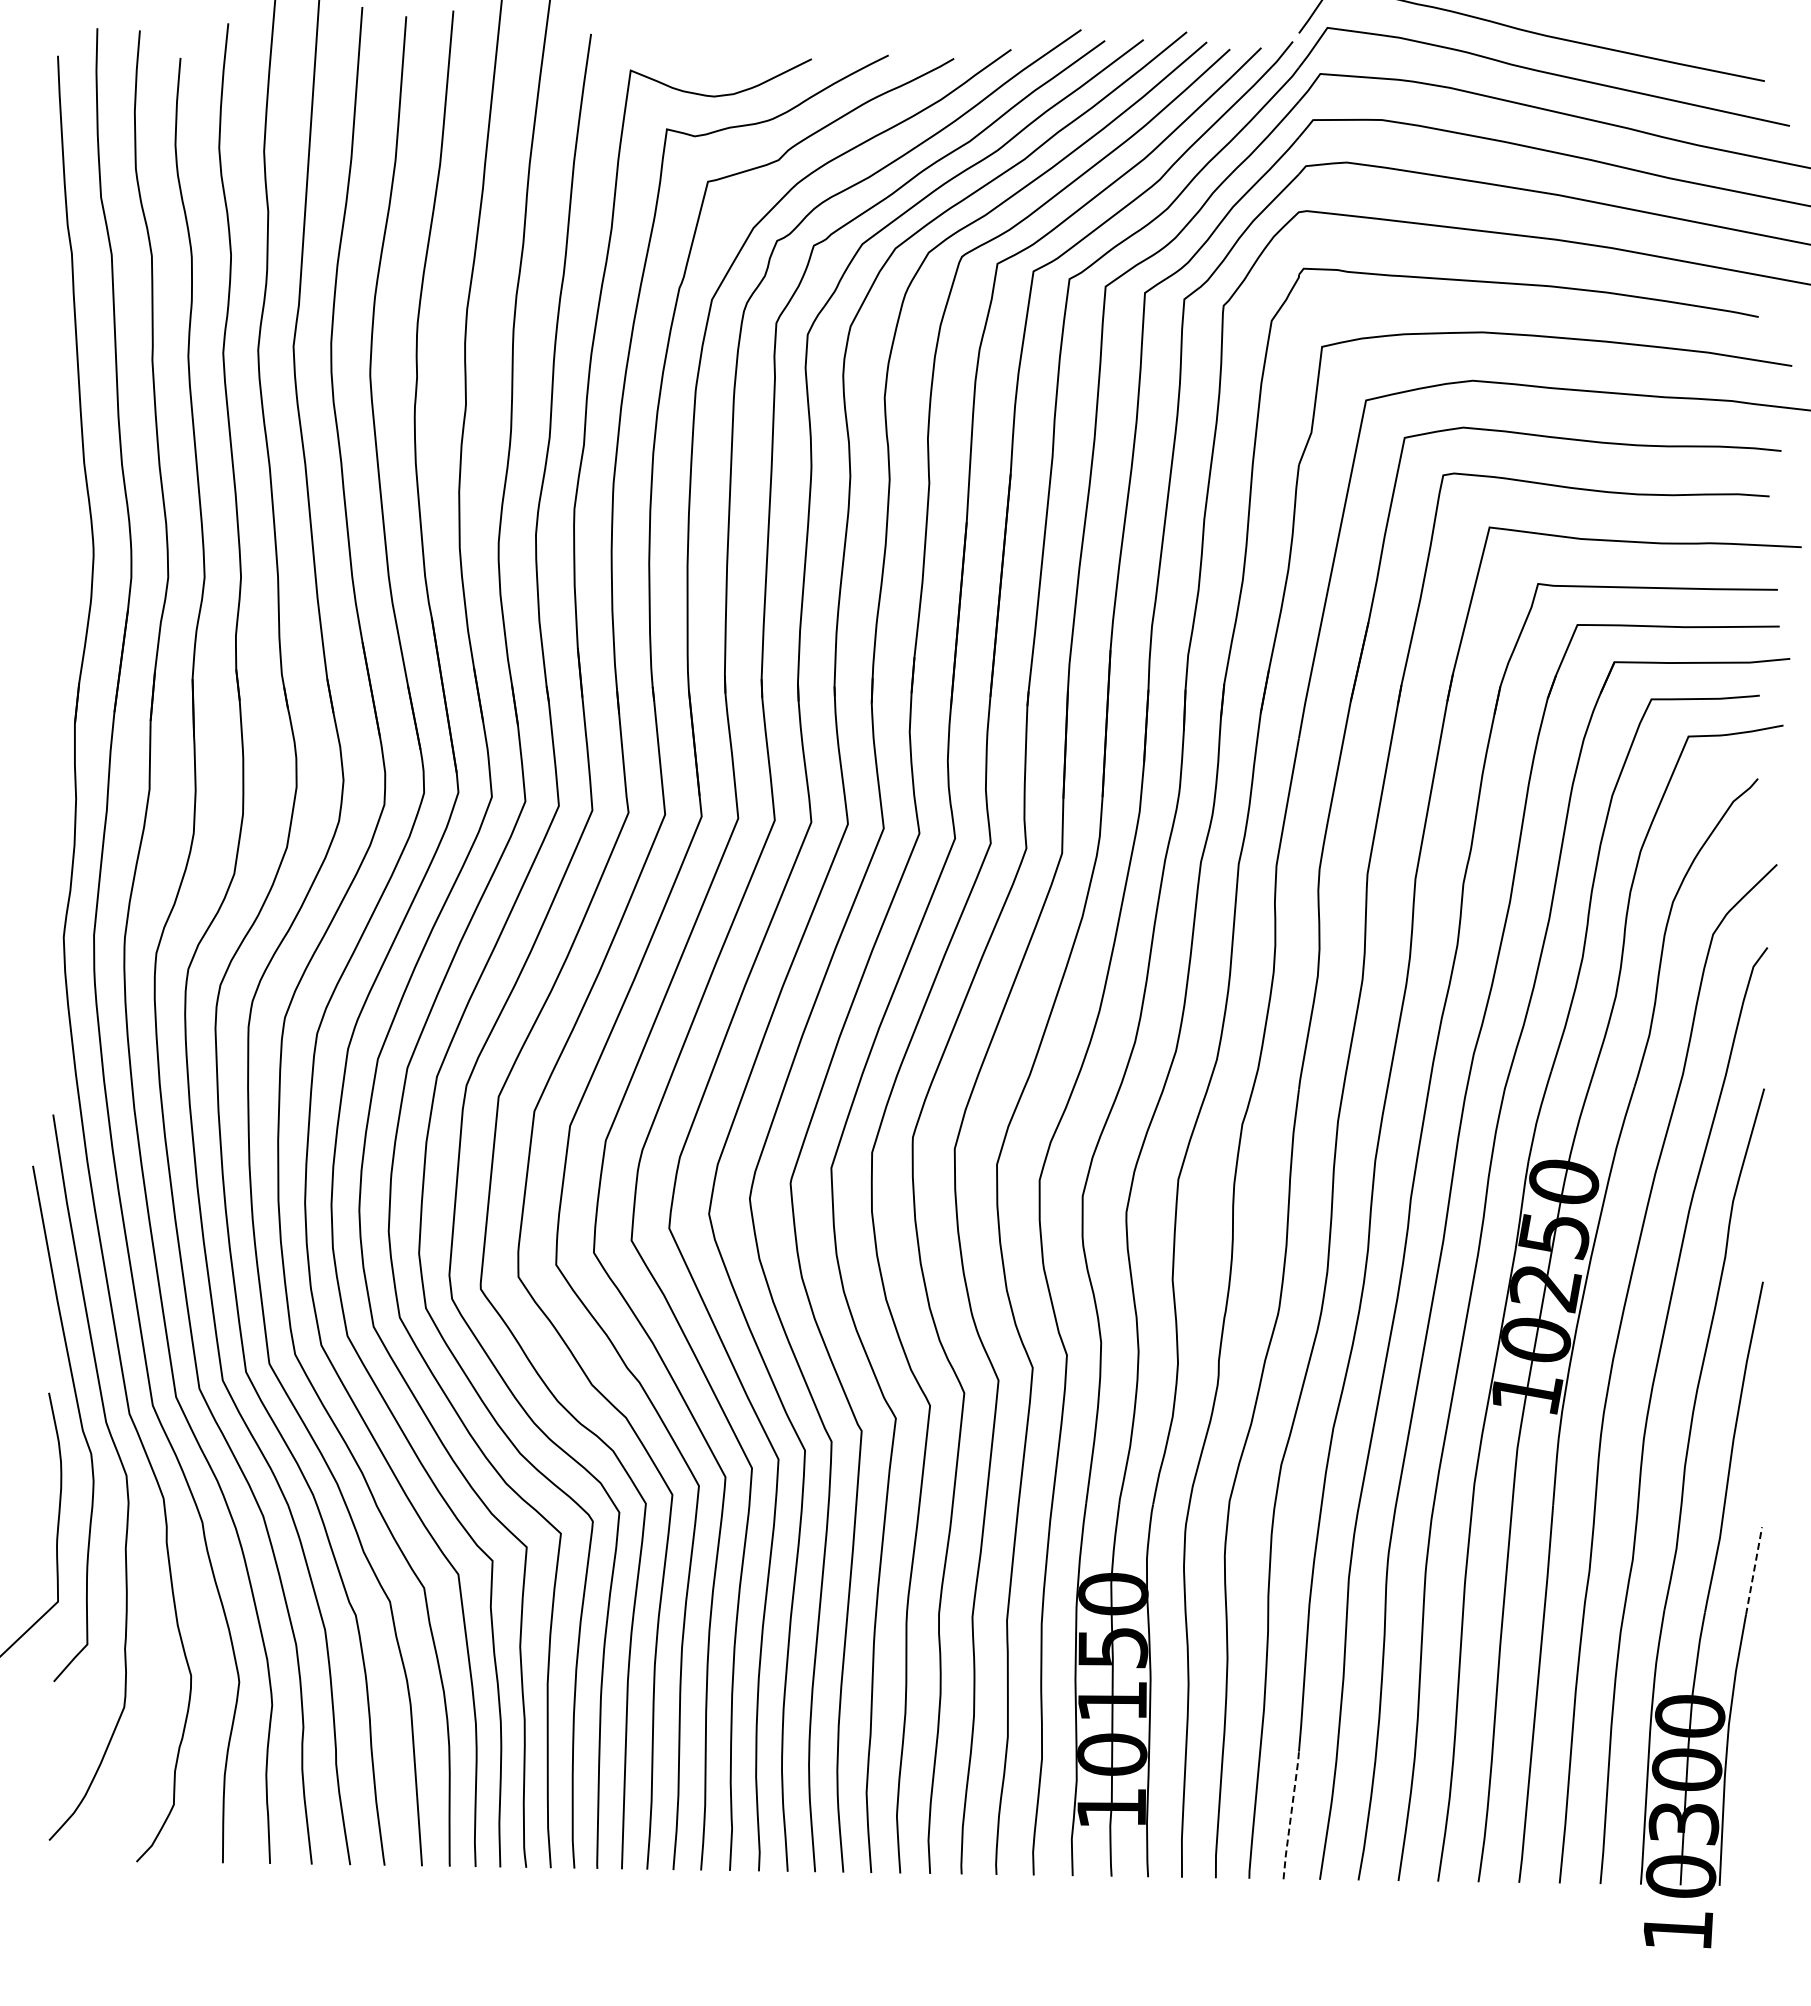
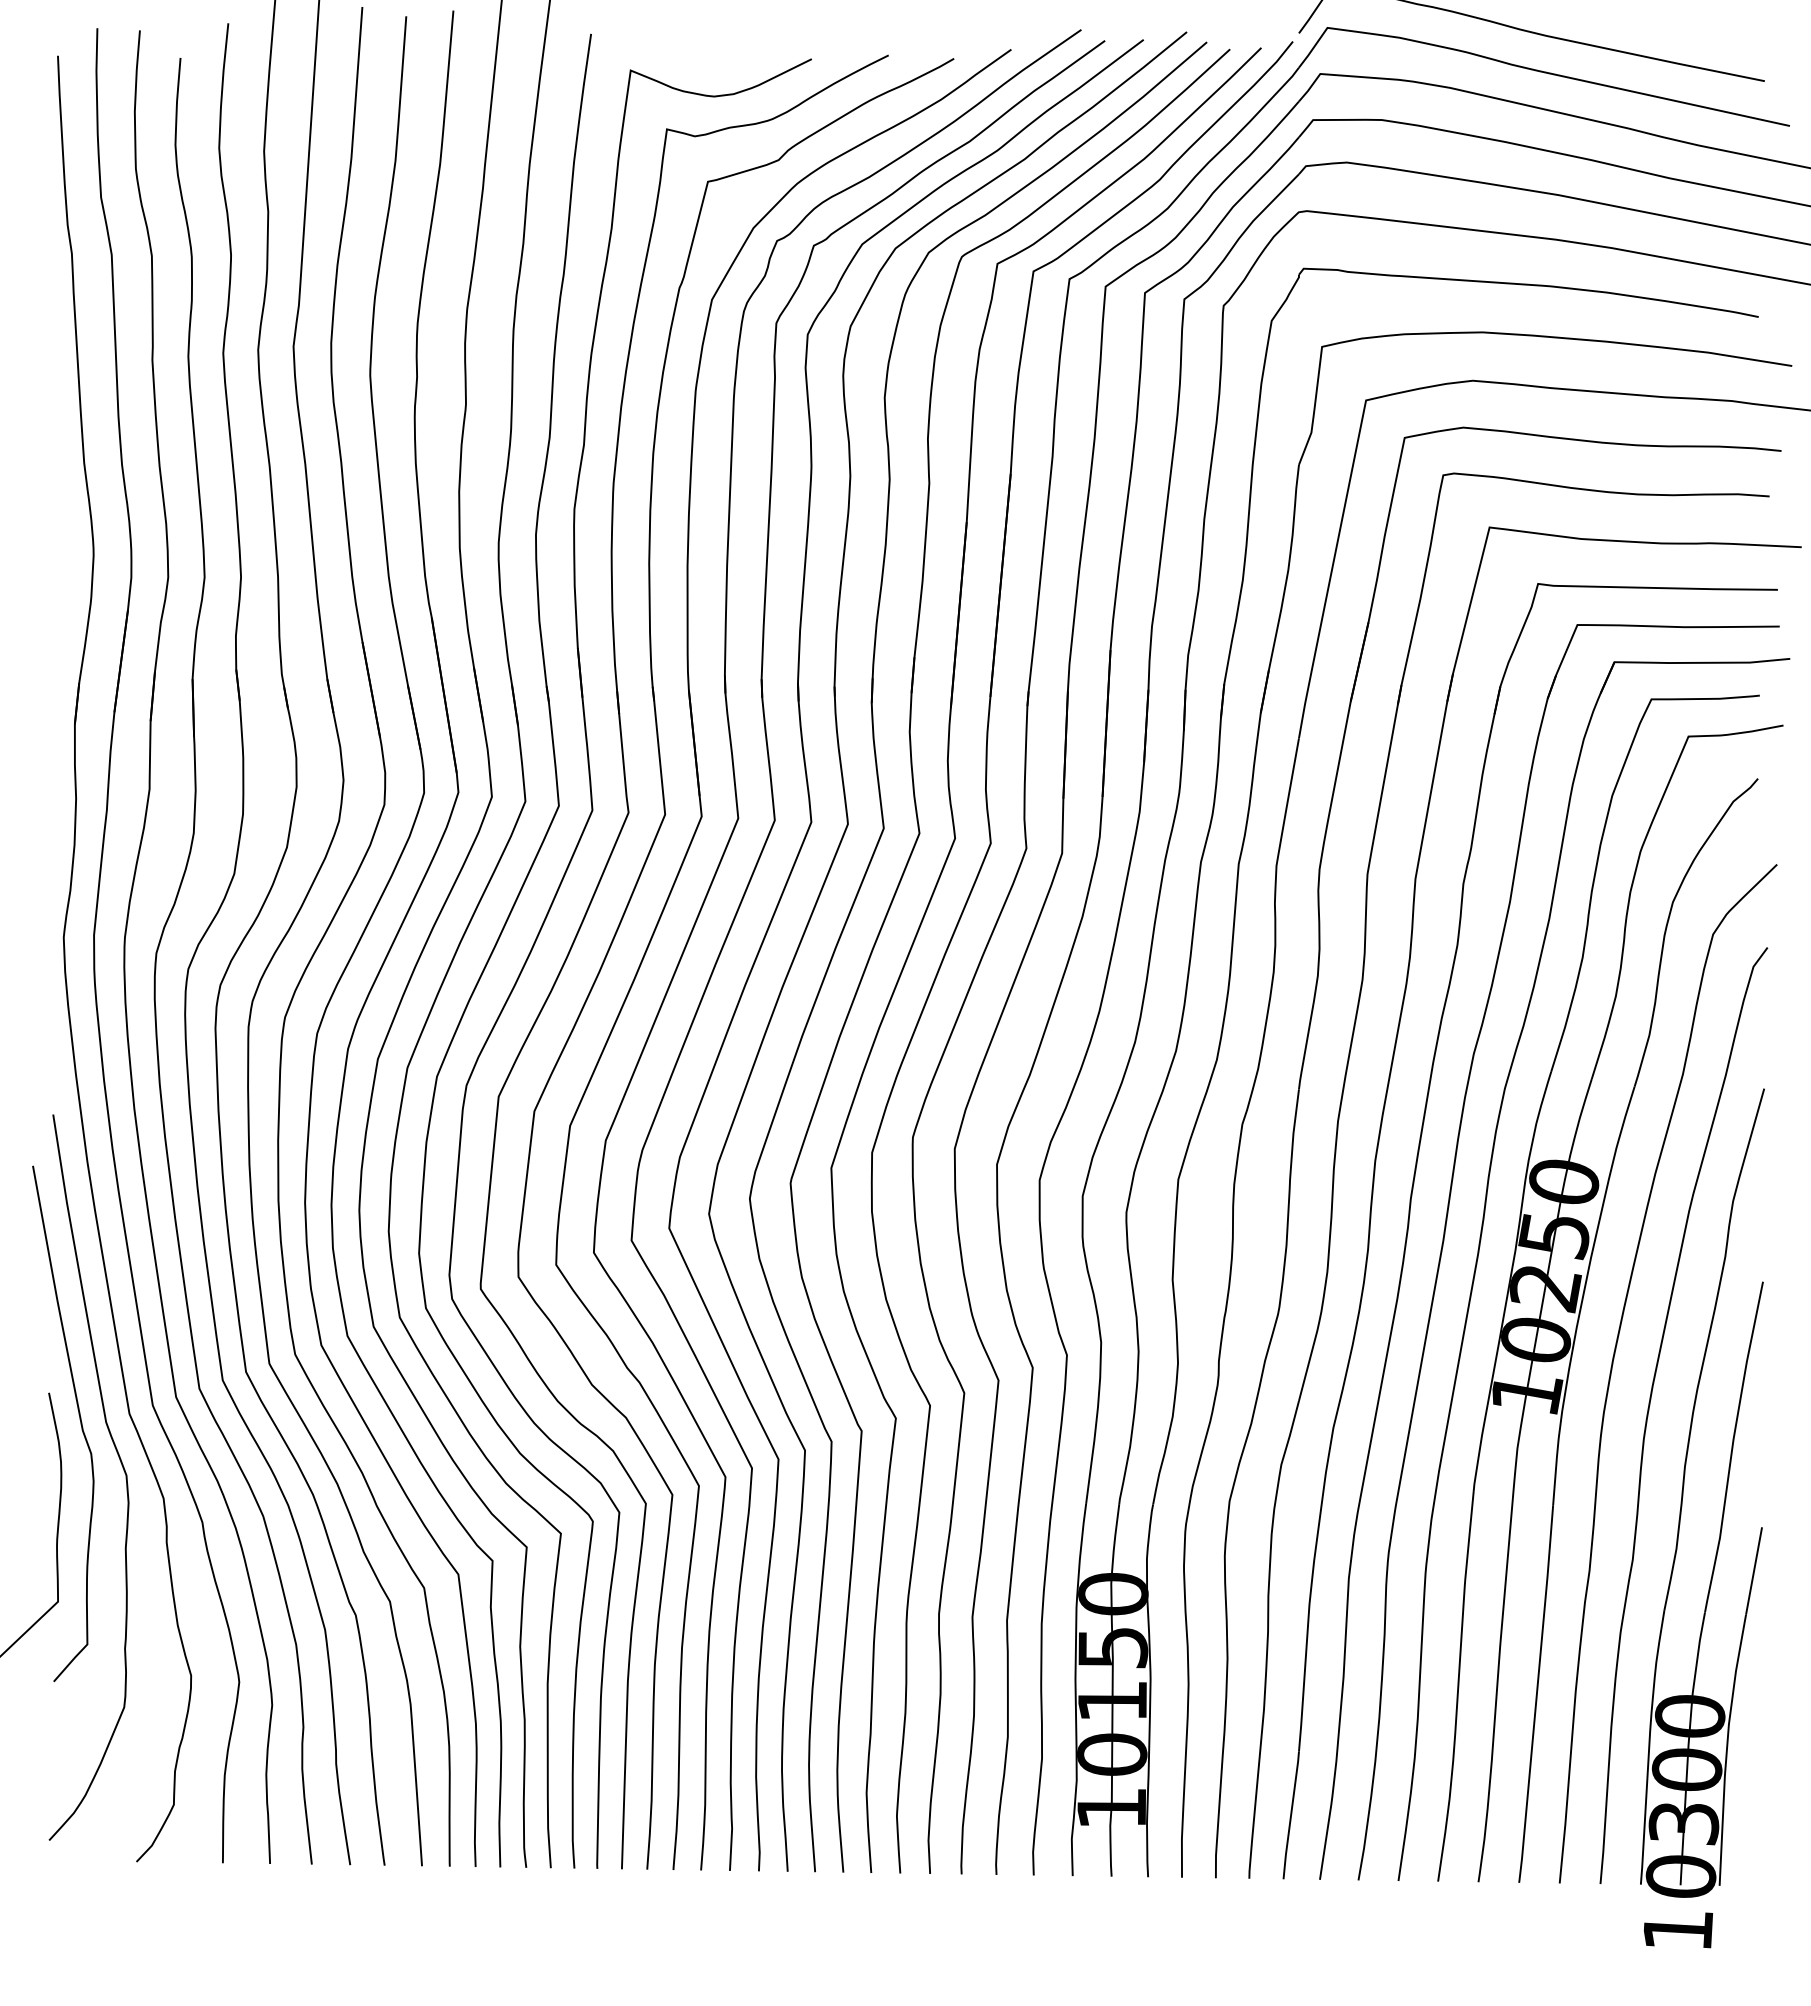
line at (1754, 1570): dashed -> solid
line at (1291, 1814): dashed -> solid
